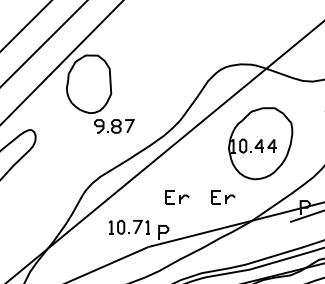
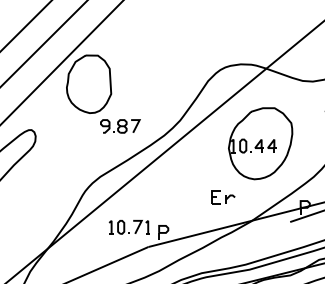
part at (114, 126) position: (114, 126) -> (120, 126)
part at (177, 197): present -> none
